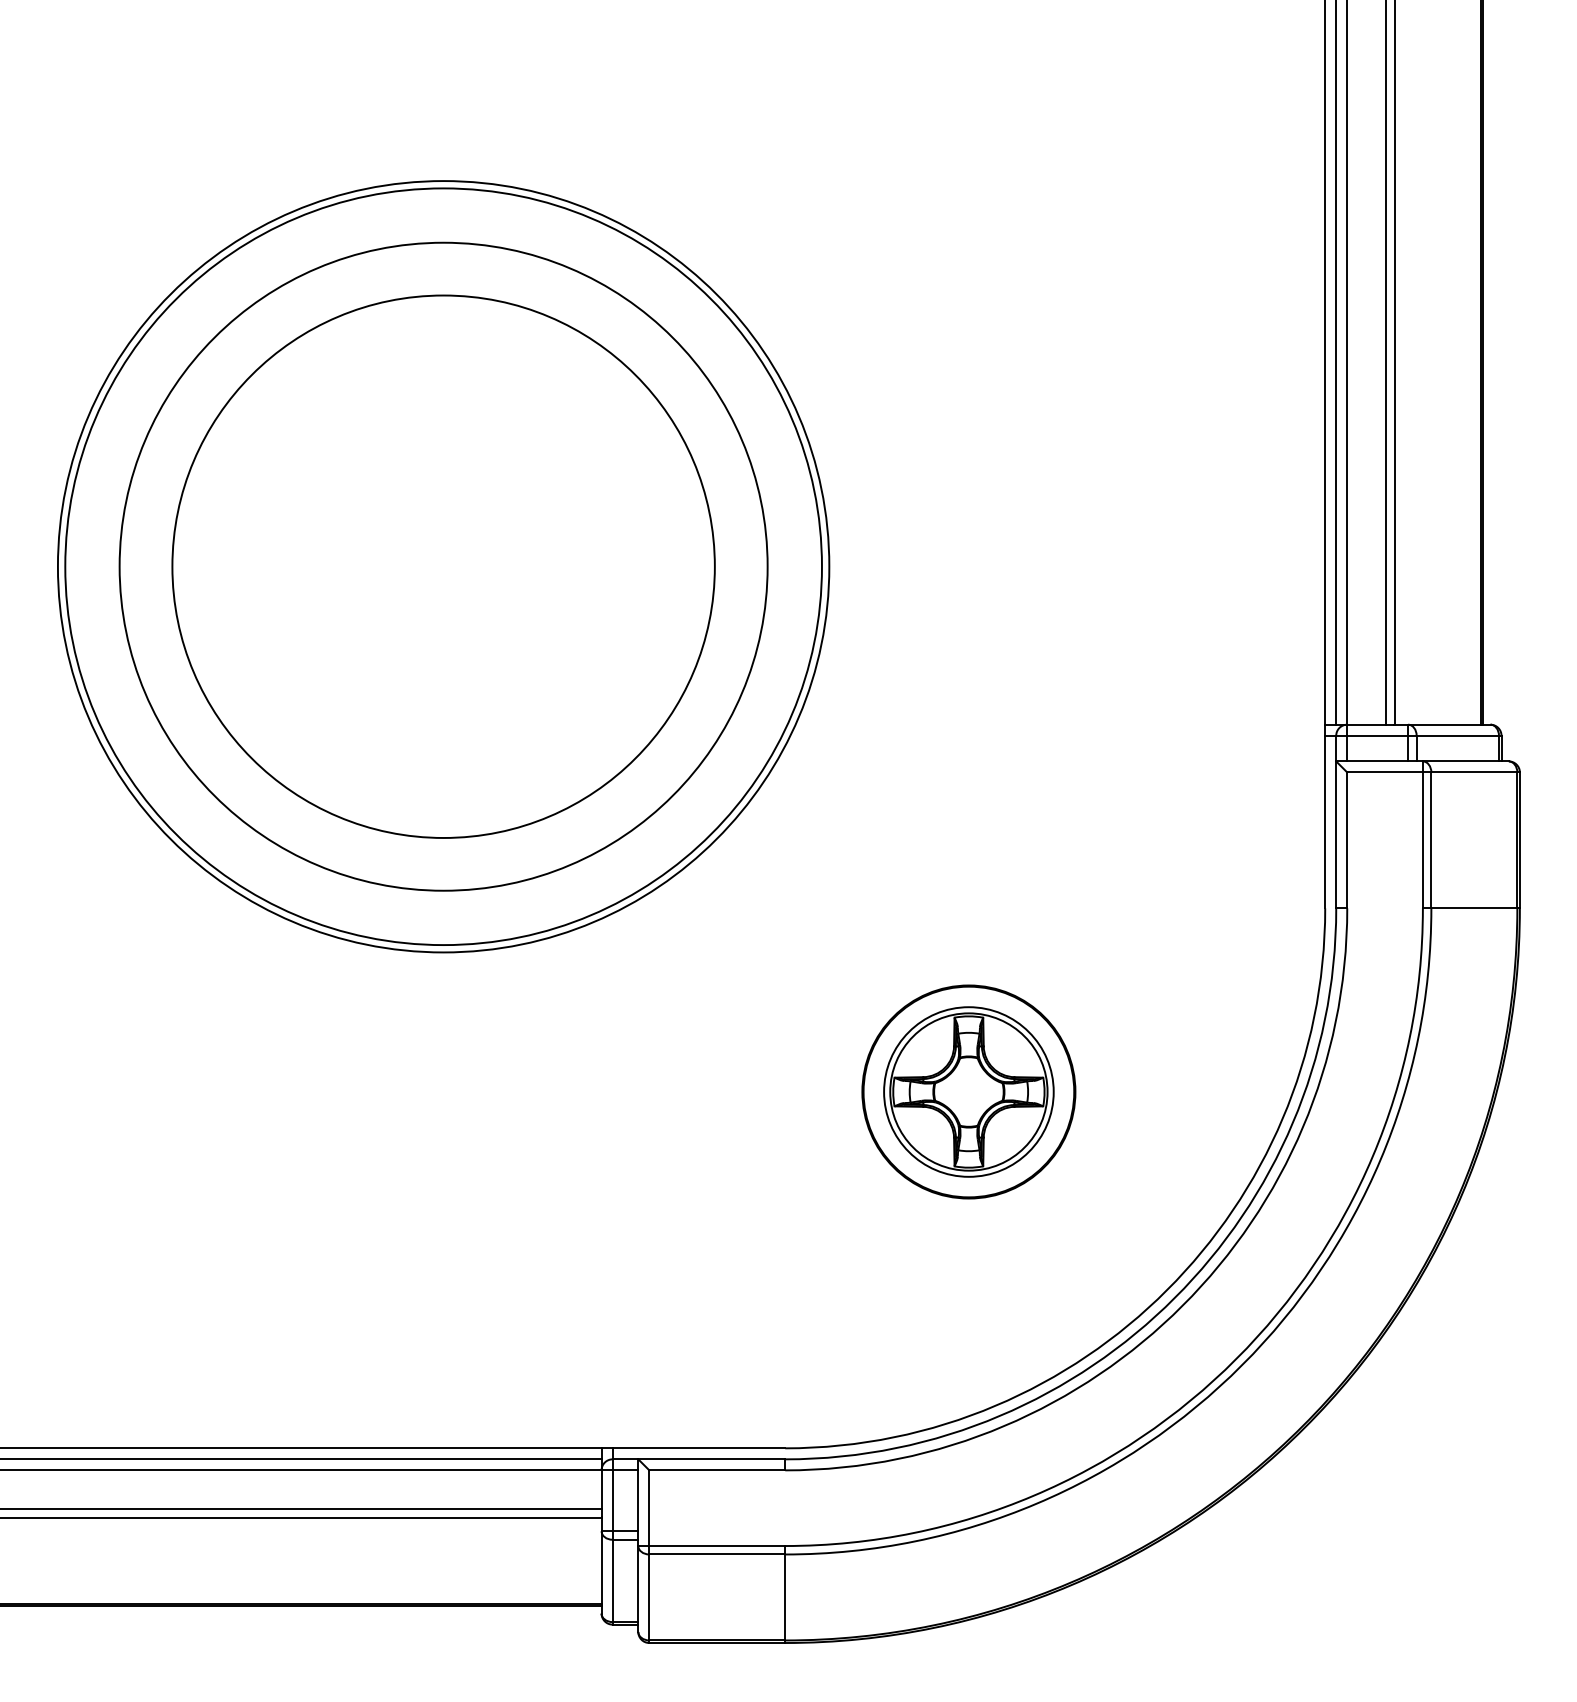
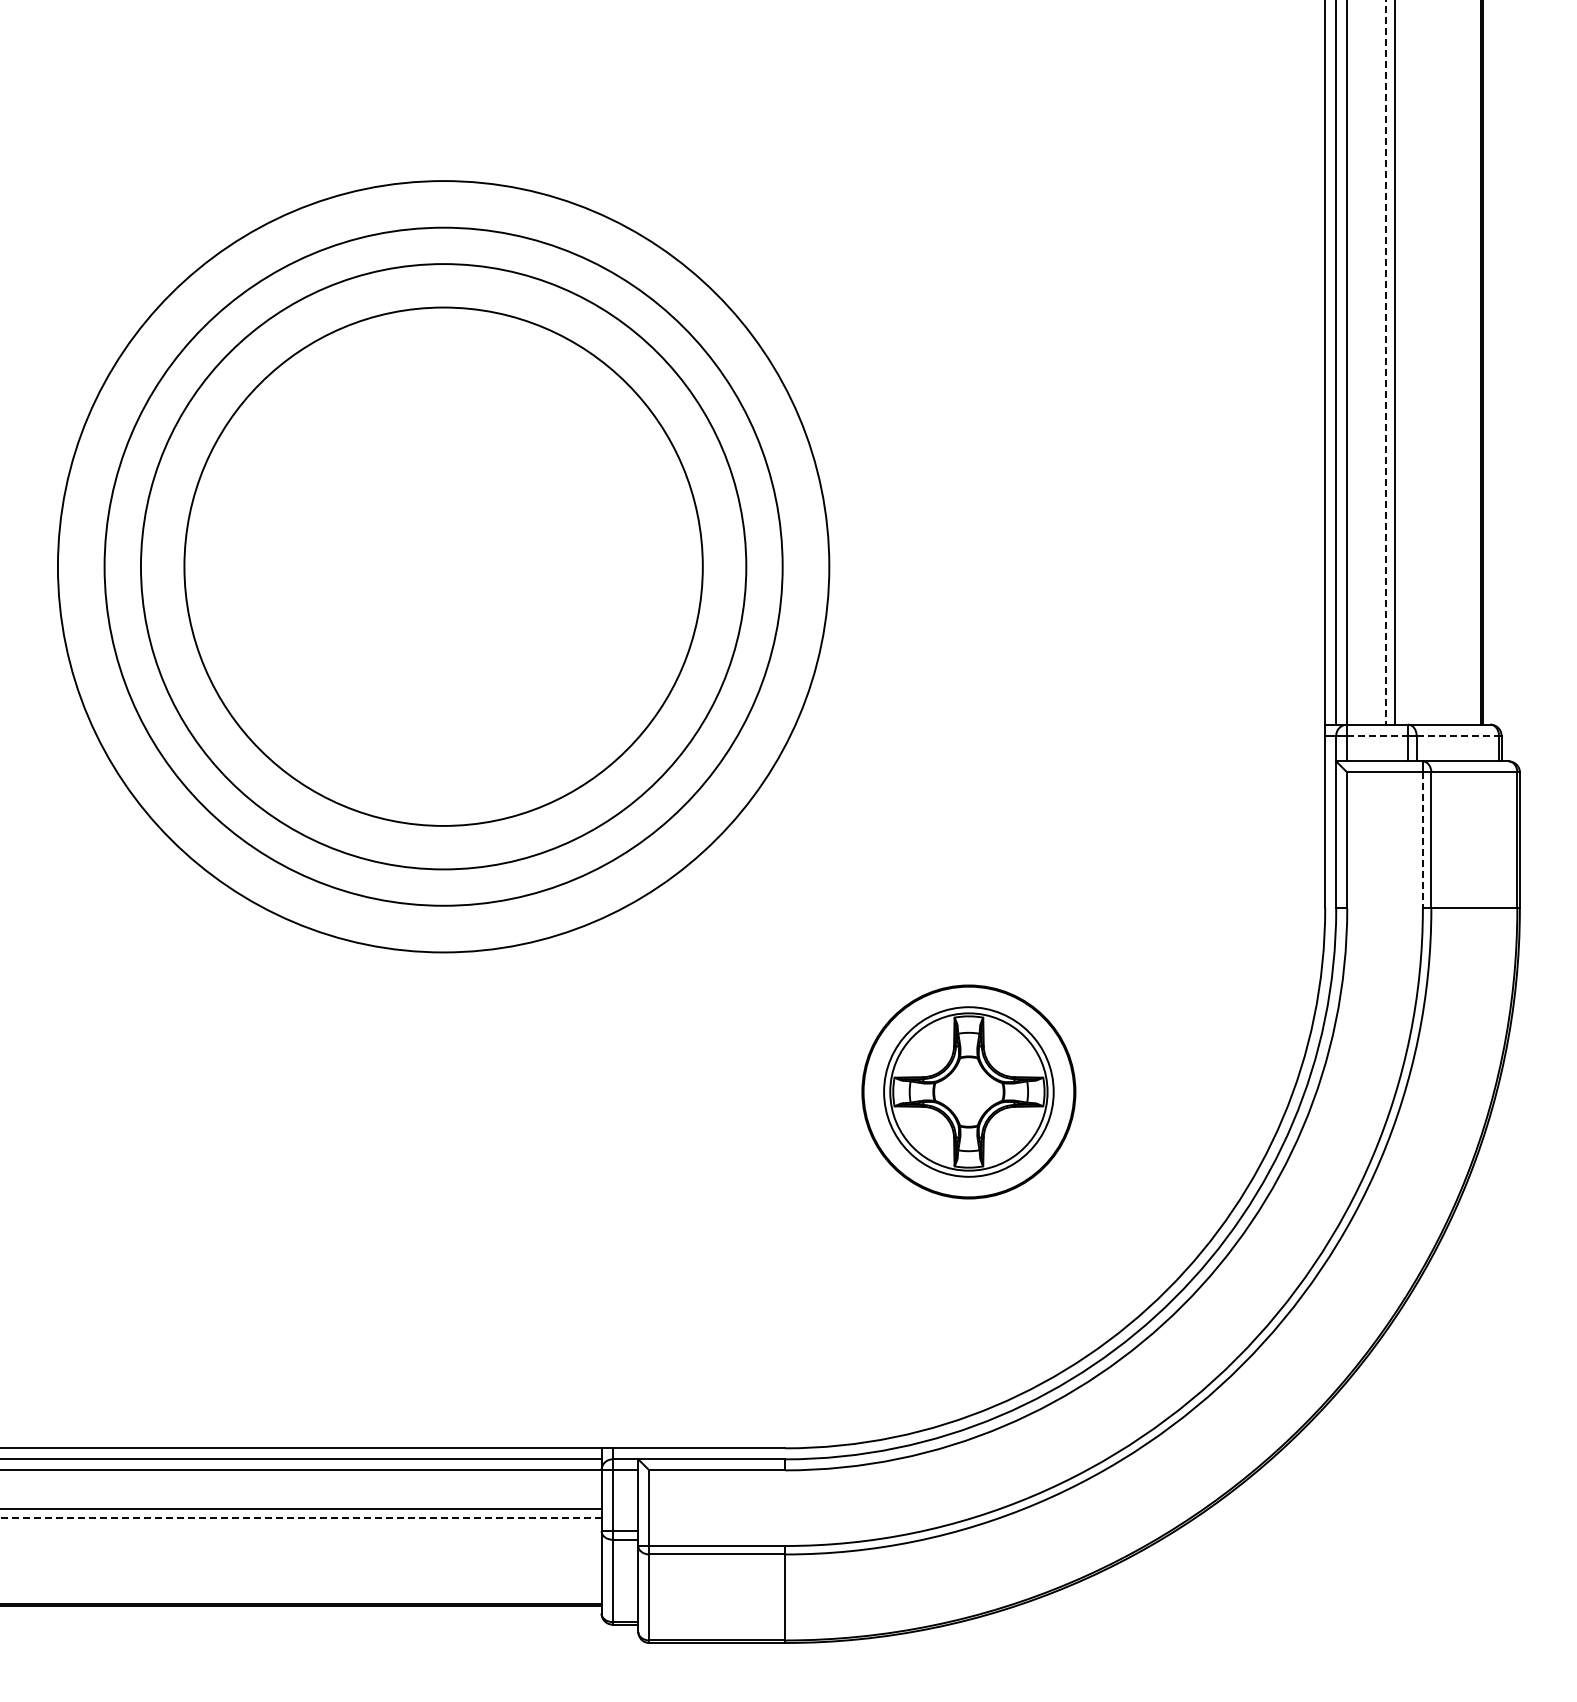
line at (1386, 362): solid -> dashed
circle at (443, 566) diameter: 542 px -> 678 px
circle at (443, 566) diameter: 648 px -> 518 px
circle at (443, 566) diameter: 757 px -> 605 px
line at (1378, 735): solid -> dashed
line at (1458, 735): solid -> dashed
line at (1422, 840): solid -> dashed
line at (300, 1517): solid -> dashed
